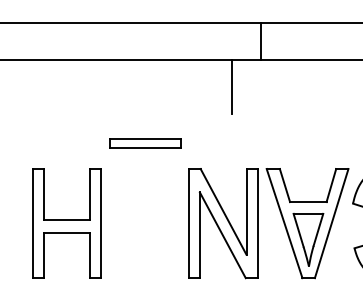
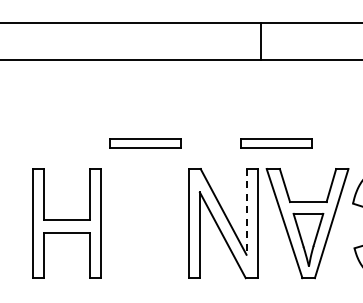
line at (231, 86): present -> none
part at (276, 143): none -> present
line at (246, 211): solid -> dashed
